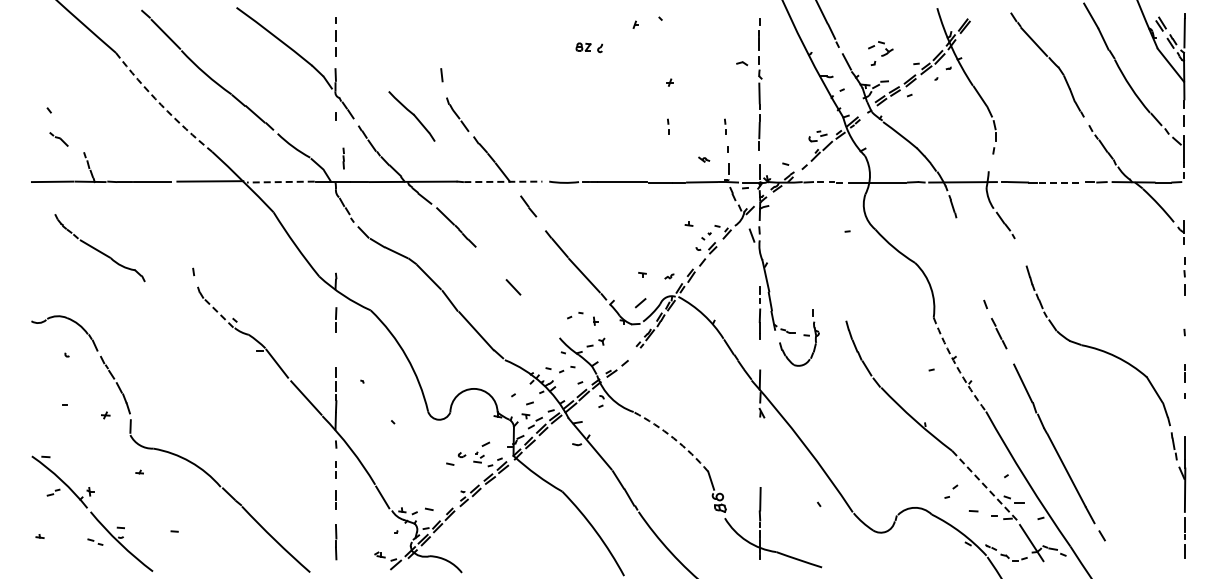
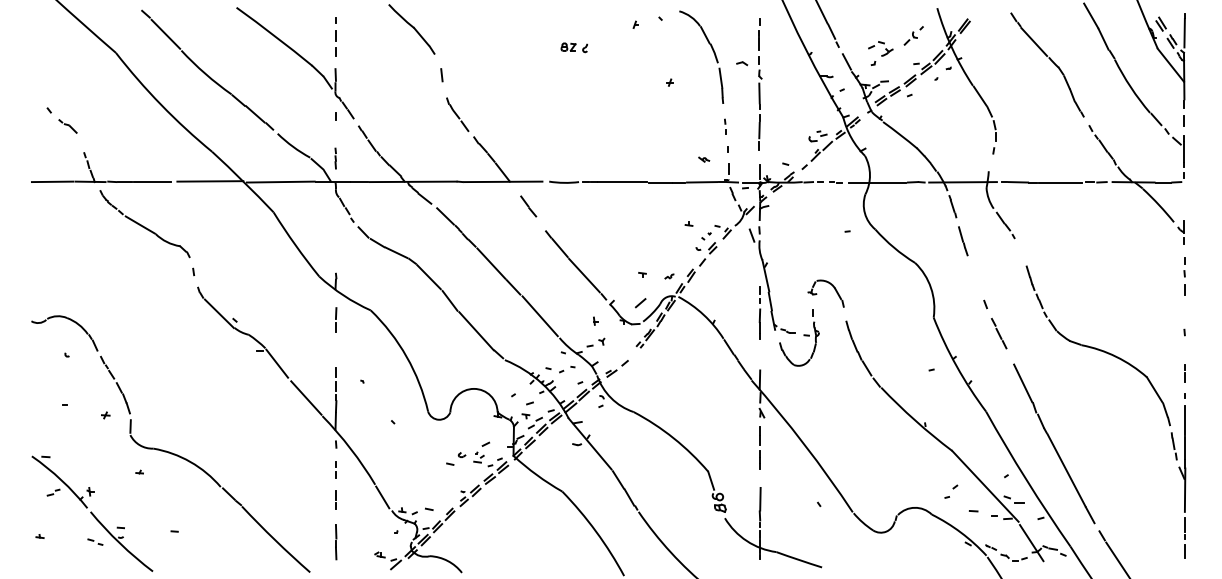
part at (913, 35): none -> present
part at (588, 47) position: (588, 47) -> (573, 47)
part at (713, 53): none -> present
arc at (161, 105): dashed -> solid
part at (411, 116) position: (411, 116) -> (411, 29)
part at (668, 126): present -> none
part at (58, 139) position: (58, 139) -> (67, 126)
line at (343, 158) position: (343, 158) -> (335, 158)
line at (503, 181): dashed -> solid
line at (280, 182): dashed -> solid
line at (1060, 182): dashed -> solid
line at (963, 241): none -> present
part at (99, 248) position: (99, 248) -> (144, 224)
line at (491, 263): none -> present
part at (817, 294): none -> present
line at (219, 314): dashed -> solid
part at (575, 315): present -> none
line at (539, 316): none -> present
arc at (956, 366): dashed -> solid
line at (1184, 420): none -> present
arc at (673, 438): dashed -> solid
line at (759, 445): none -> present
line at (985, 486): dashed -> solid
line at (1116, 558): none -> present
